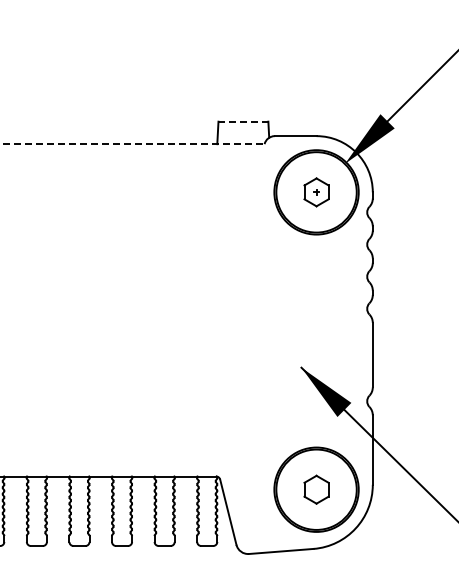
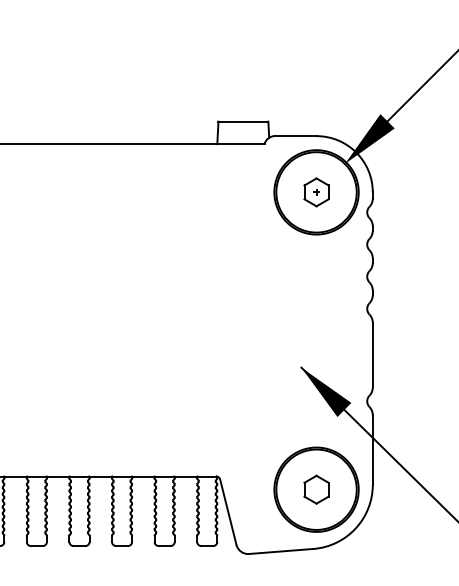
line at (243, 121): dashed -> solid
line at (132, 144): dashed -> solid
